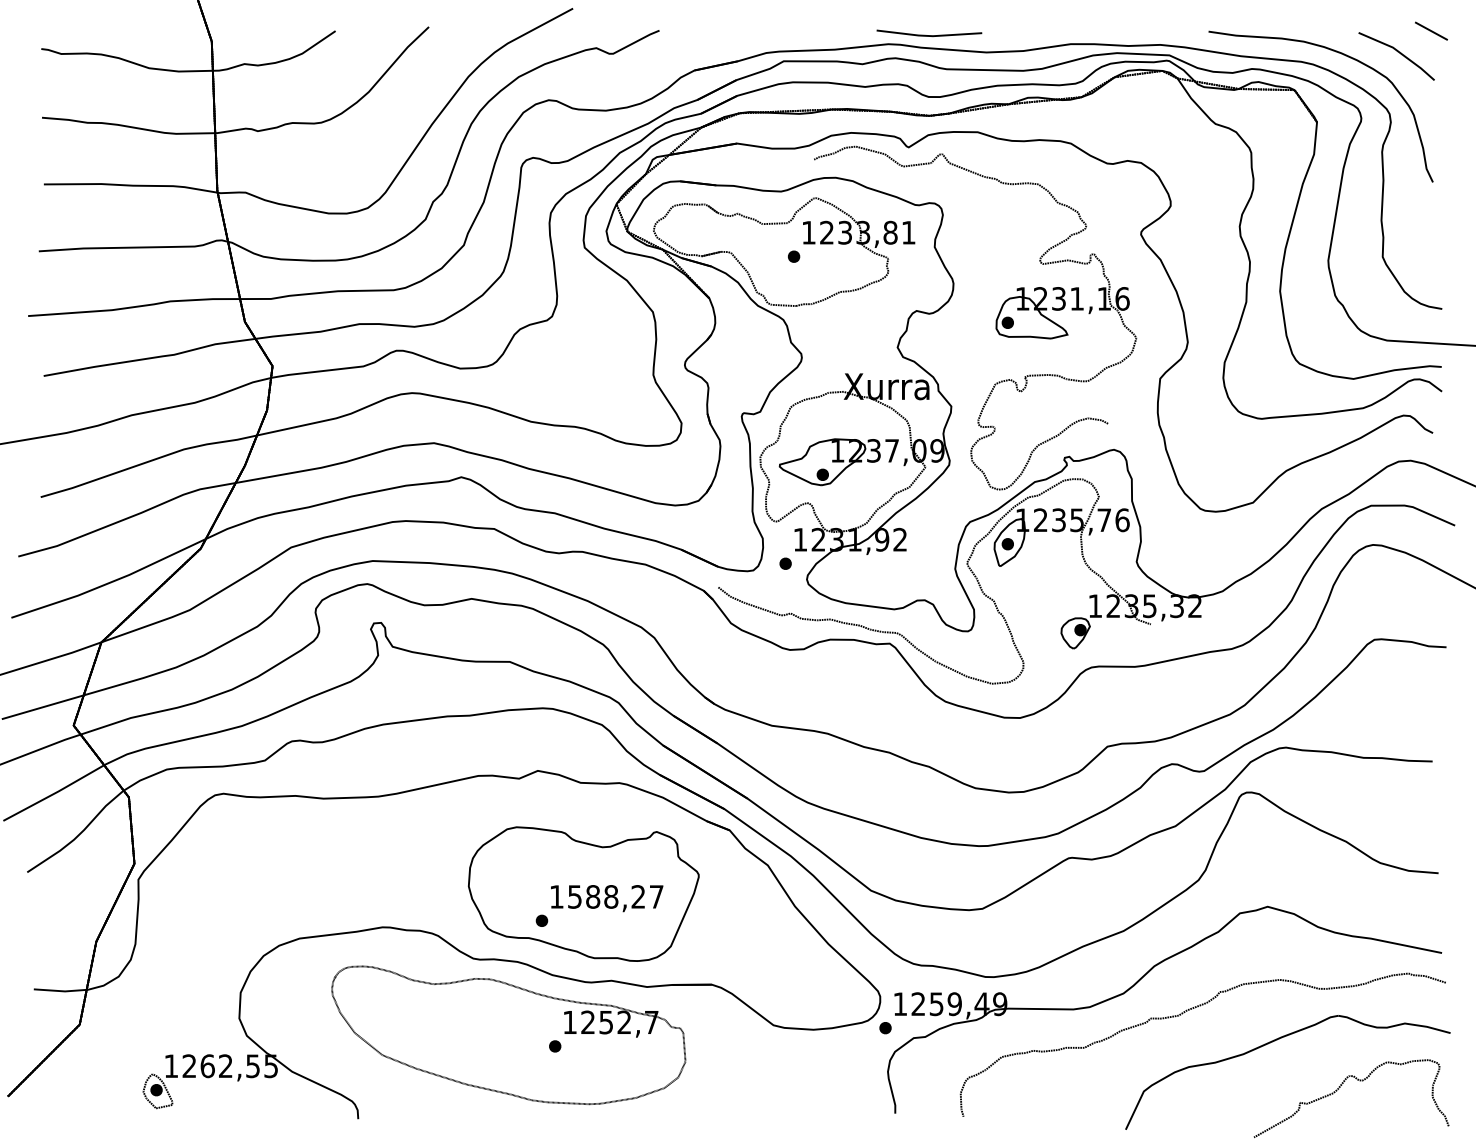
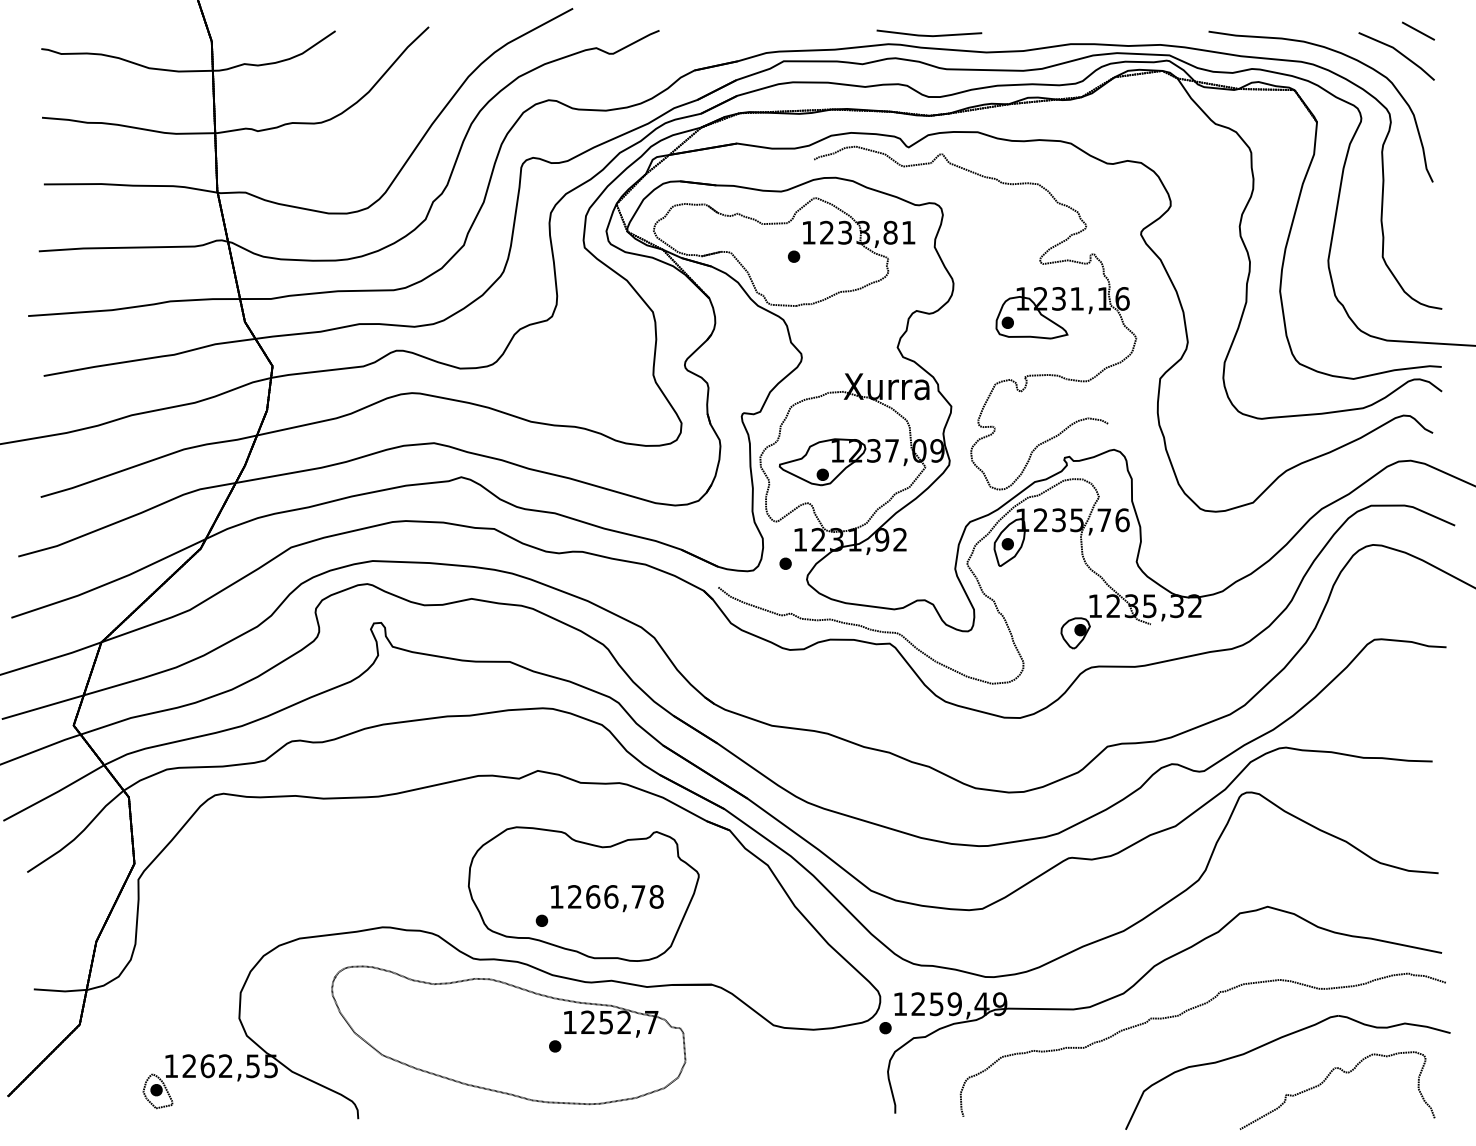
line at (1431, 30) position: (1431, 30) -> (1418, 30)
text at (615, 896): 1588,27 -> 1266,78
curve at (1340, 1087) position: (1340, 1087) -> (1326, 1079)
